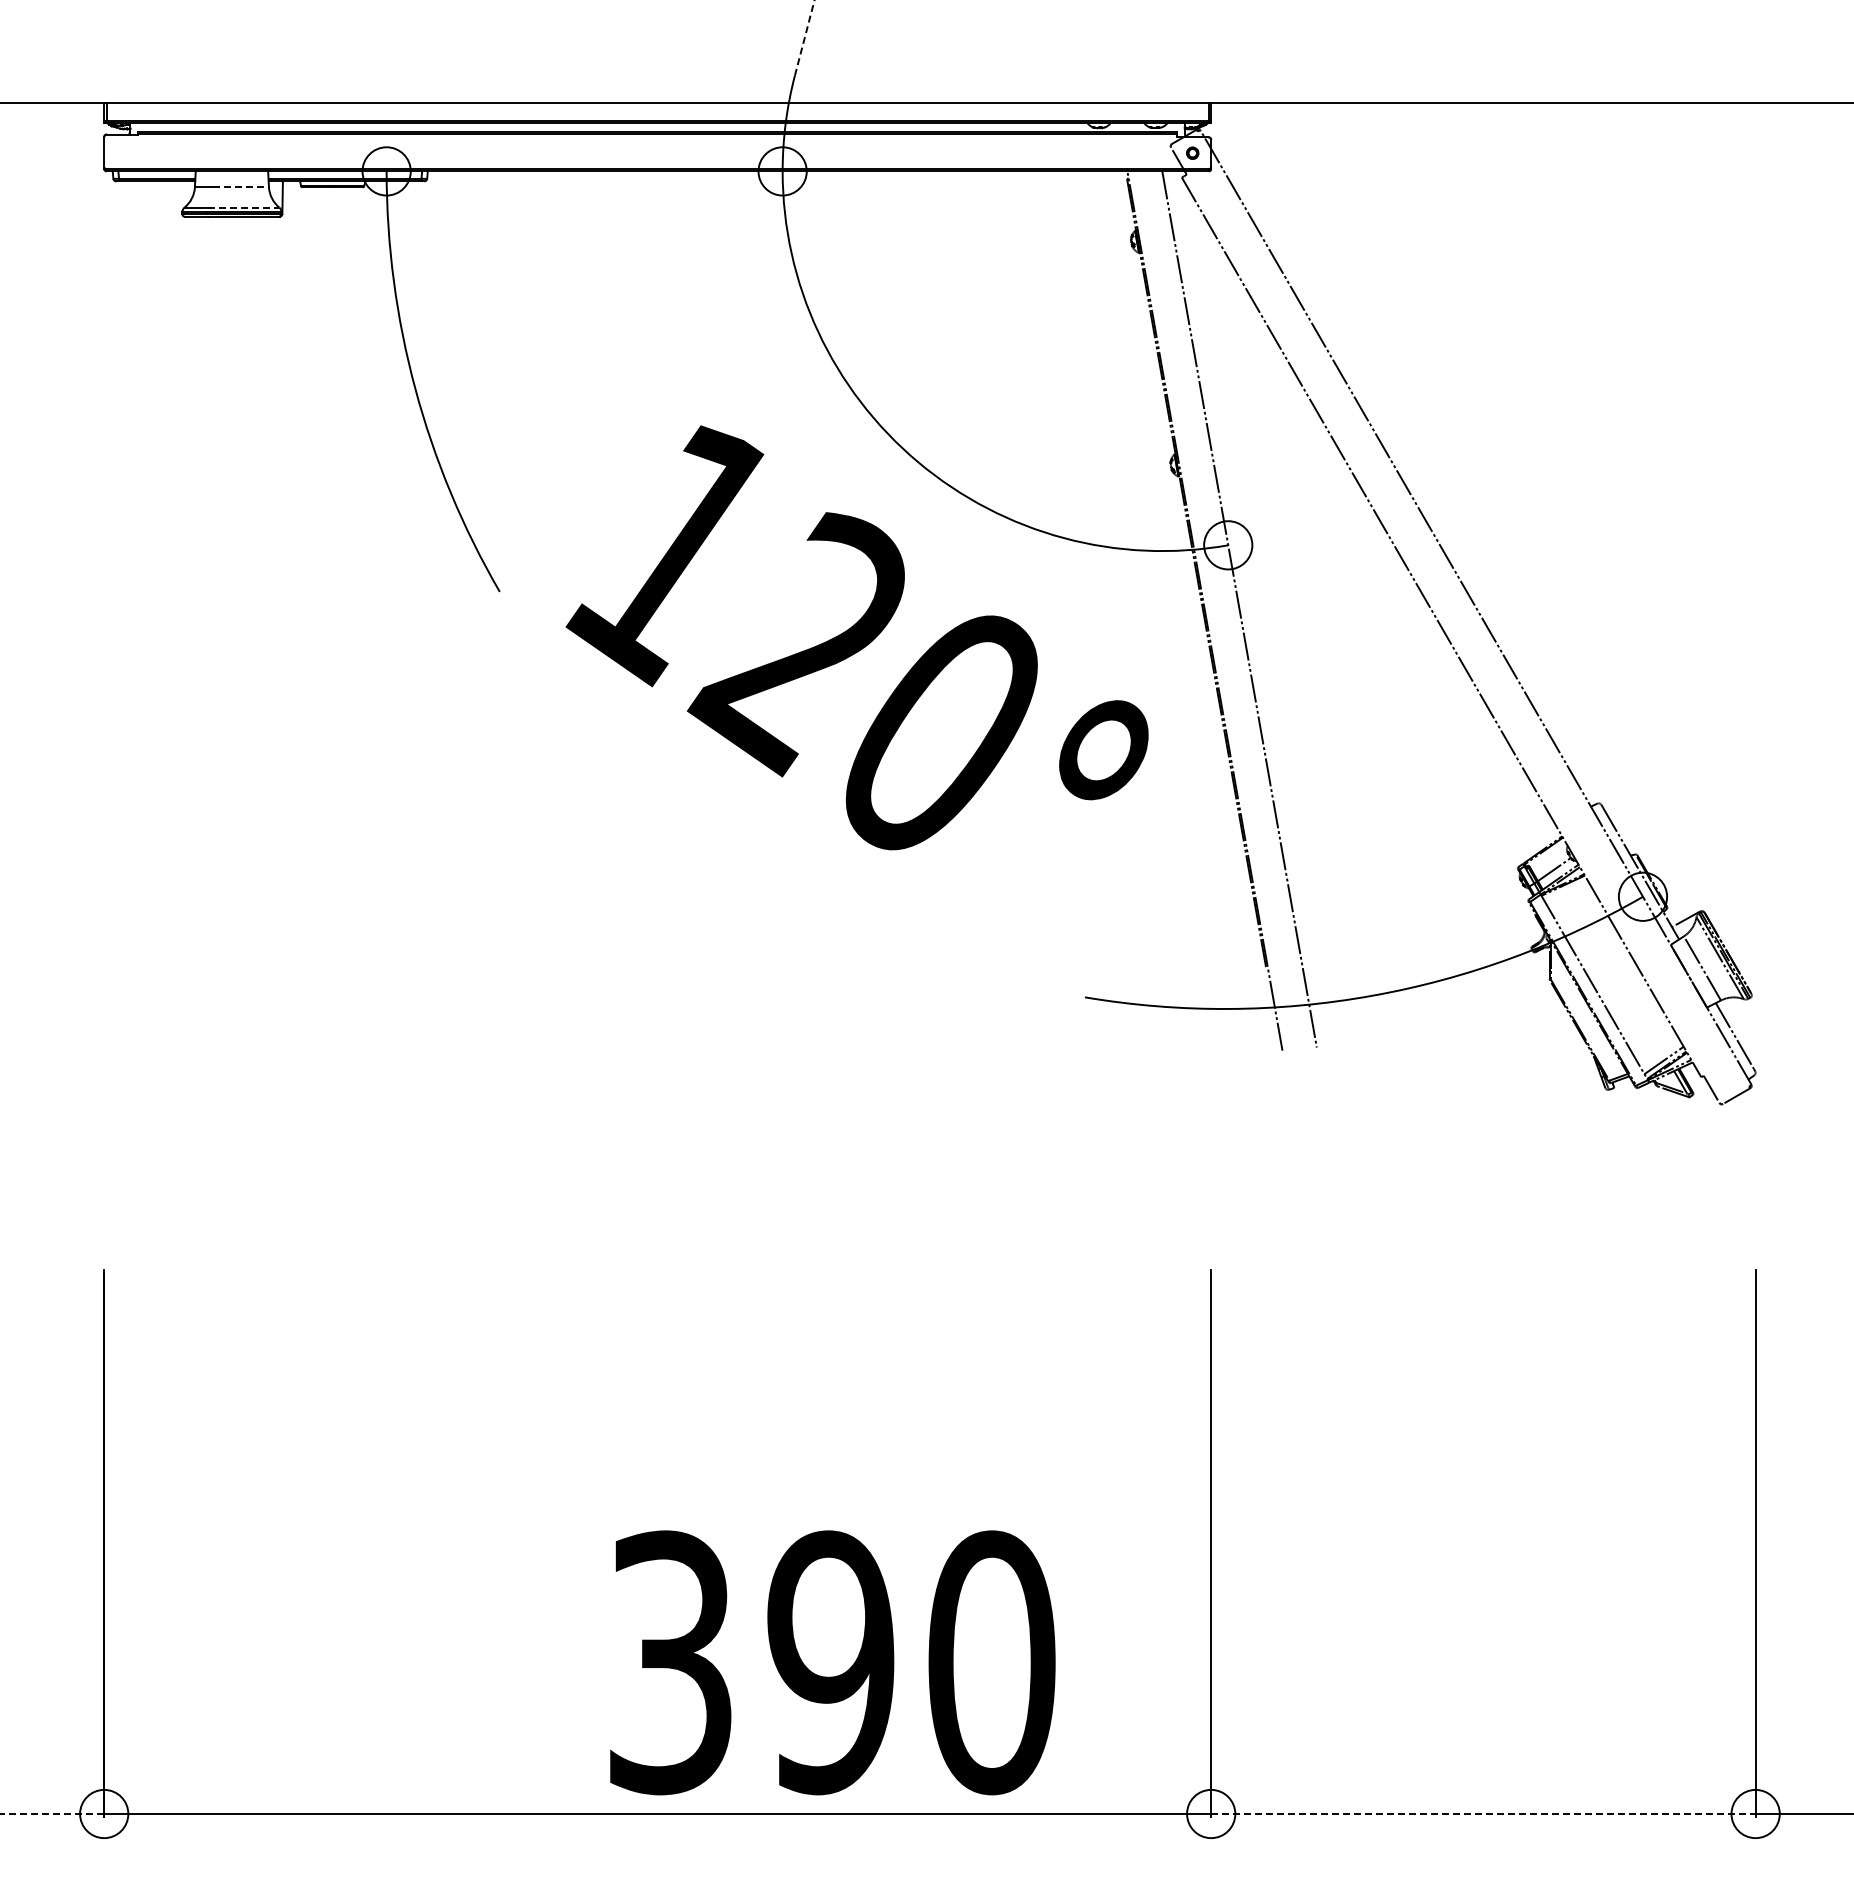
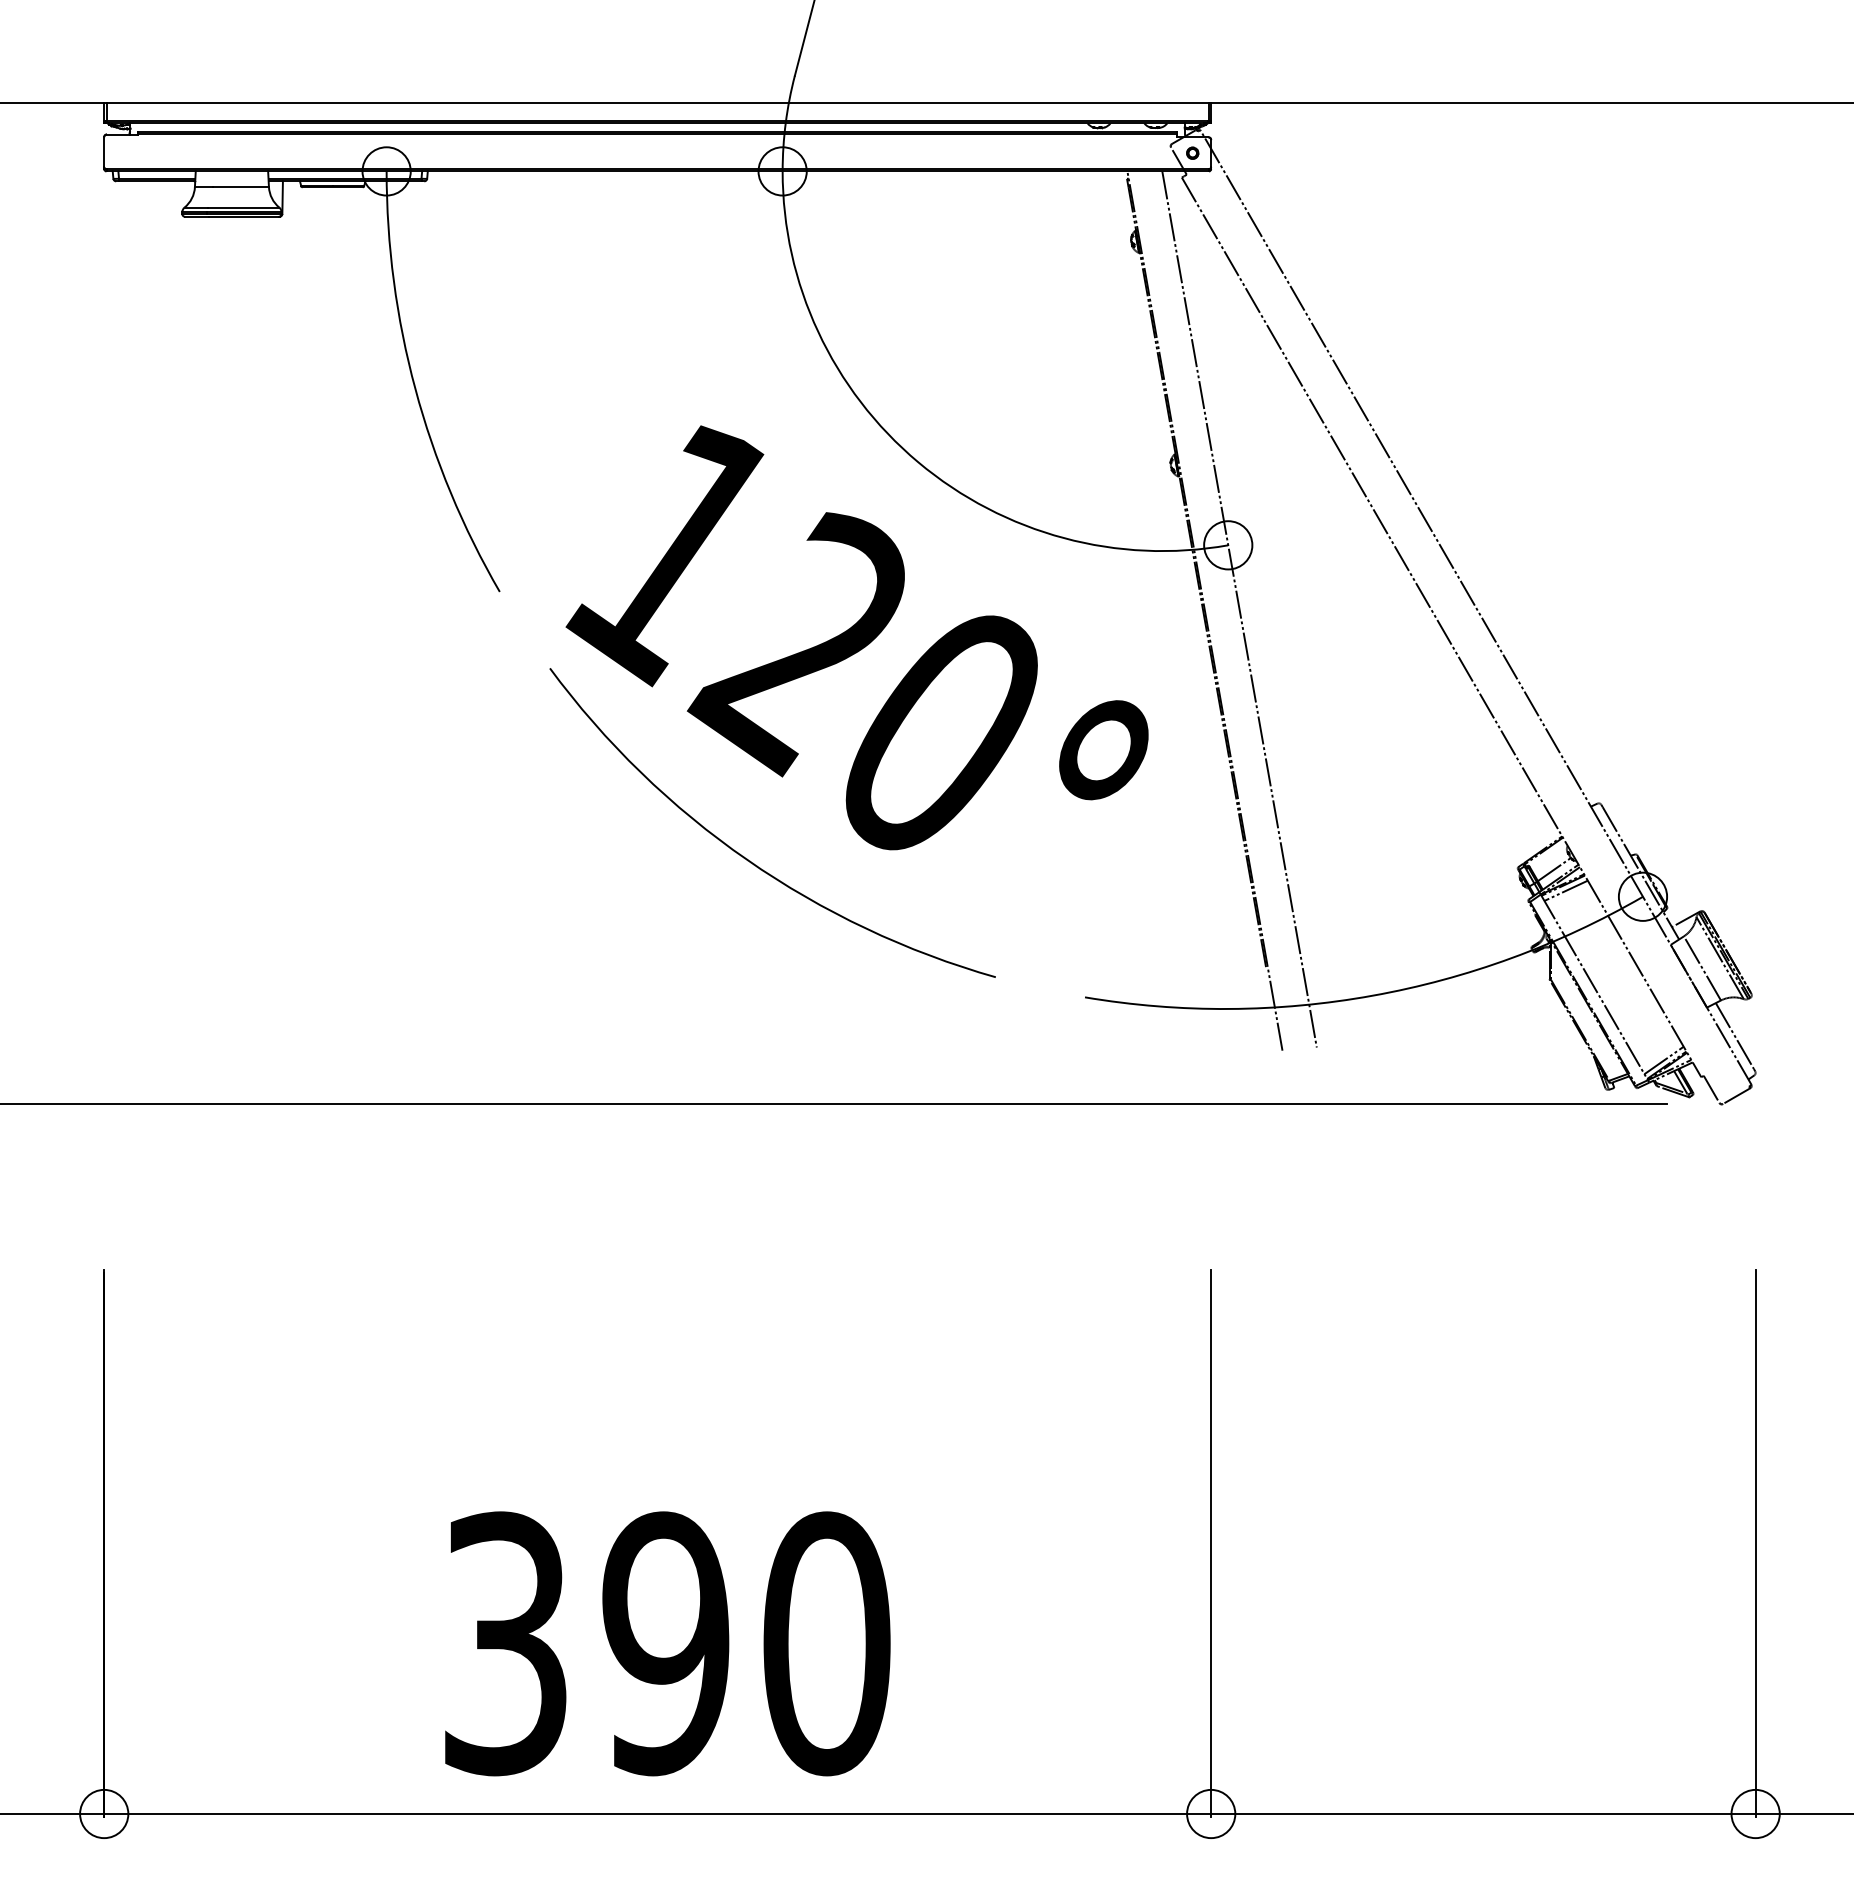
line at (804, 37): dashed -> solid
line at (241, 187): dashed -> solid
line at (243, 207): dashed -> solid
arc at (747, 858): none -> present
line at (1565, 890): none -> present
line at (834, 1104): none -> present
text at (832, 1662) position: (832, 1662) -> (667, 1643)
line at (52, 1814): dashed -> solid
line at (1483, 1814): dashed -> solid
